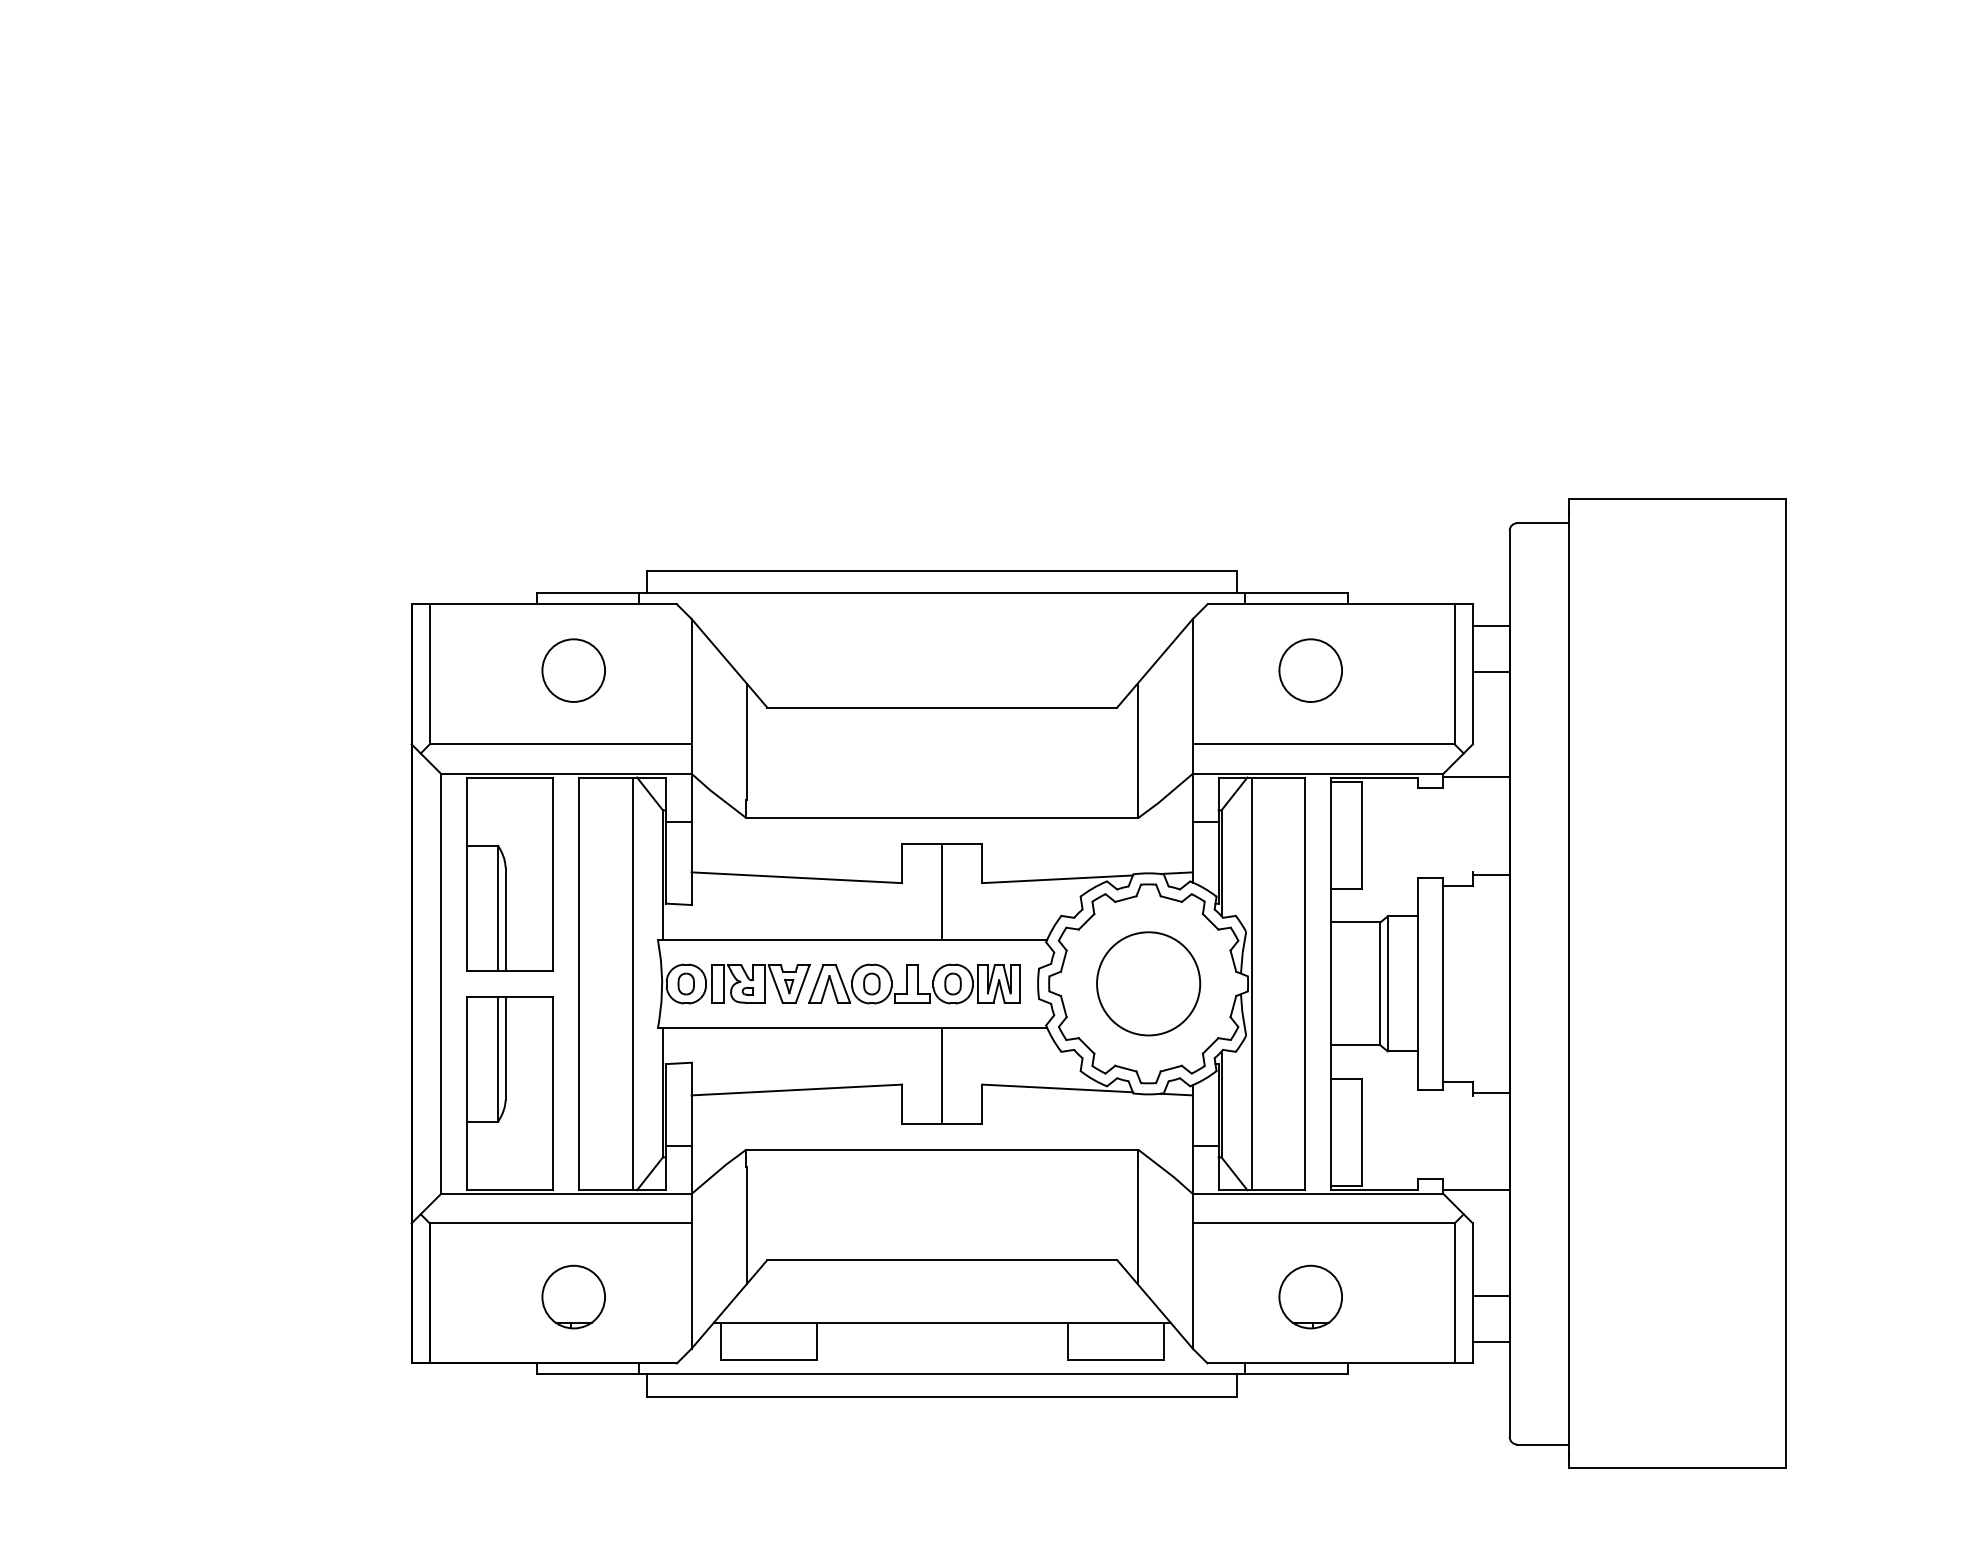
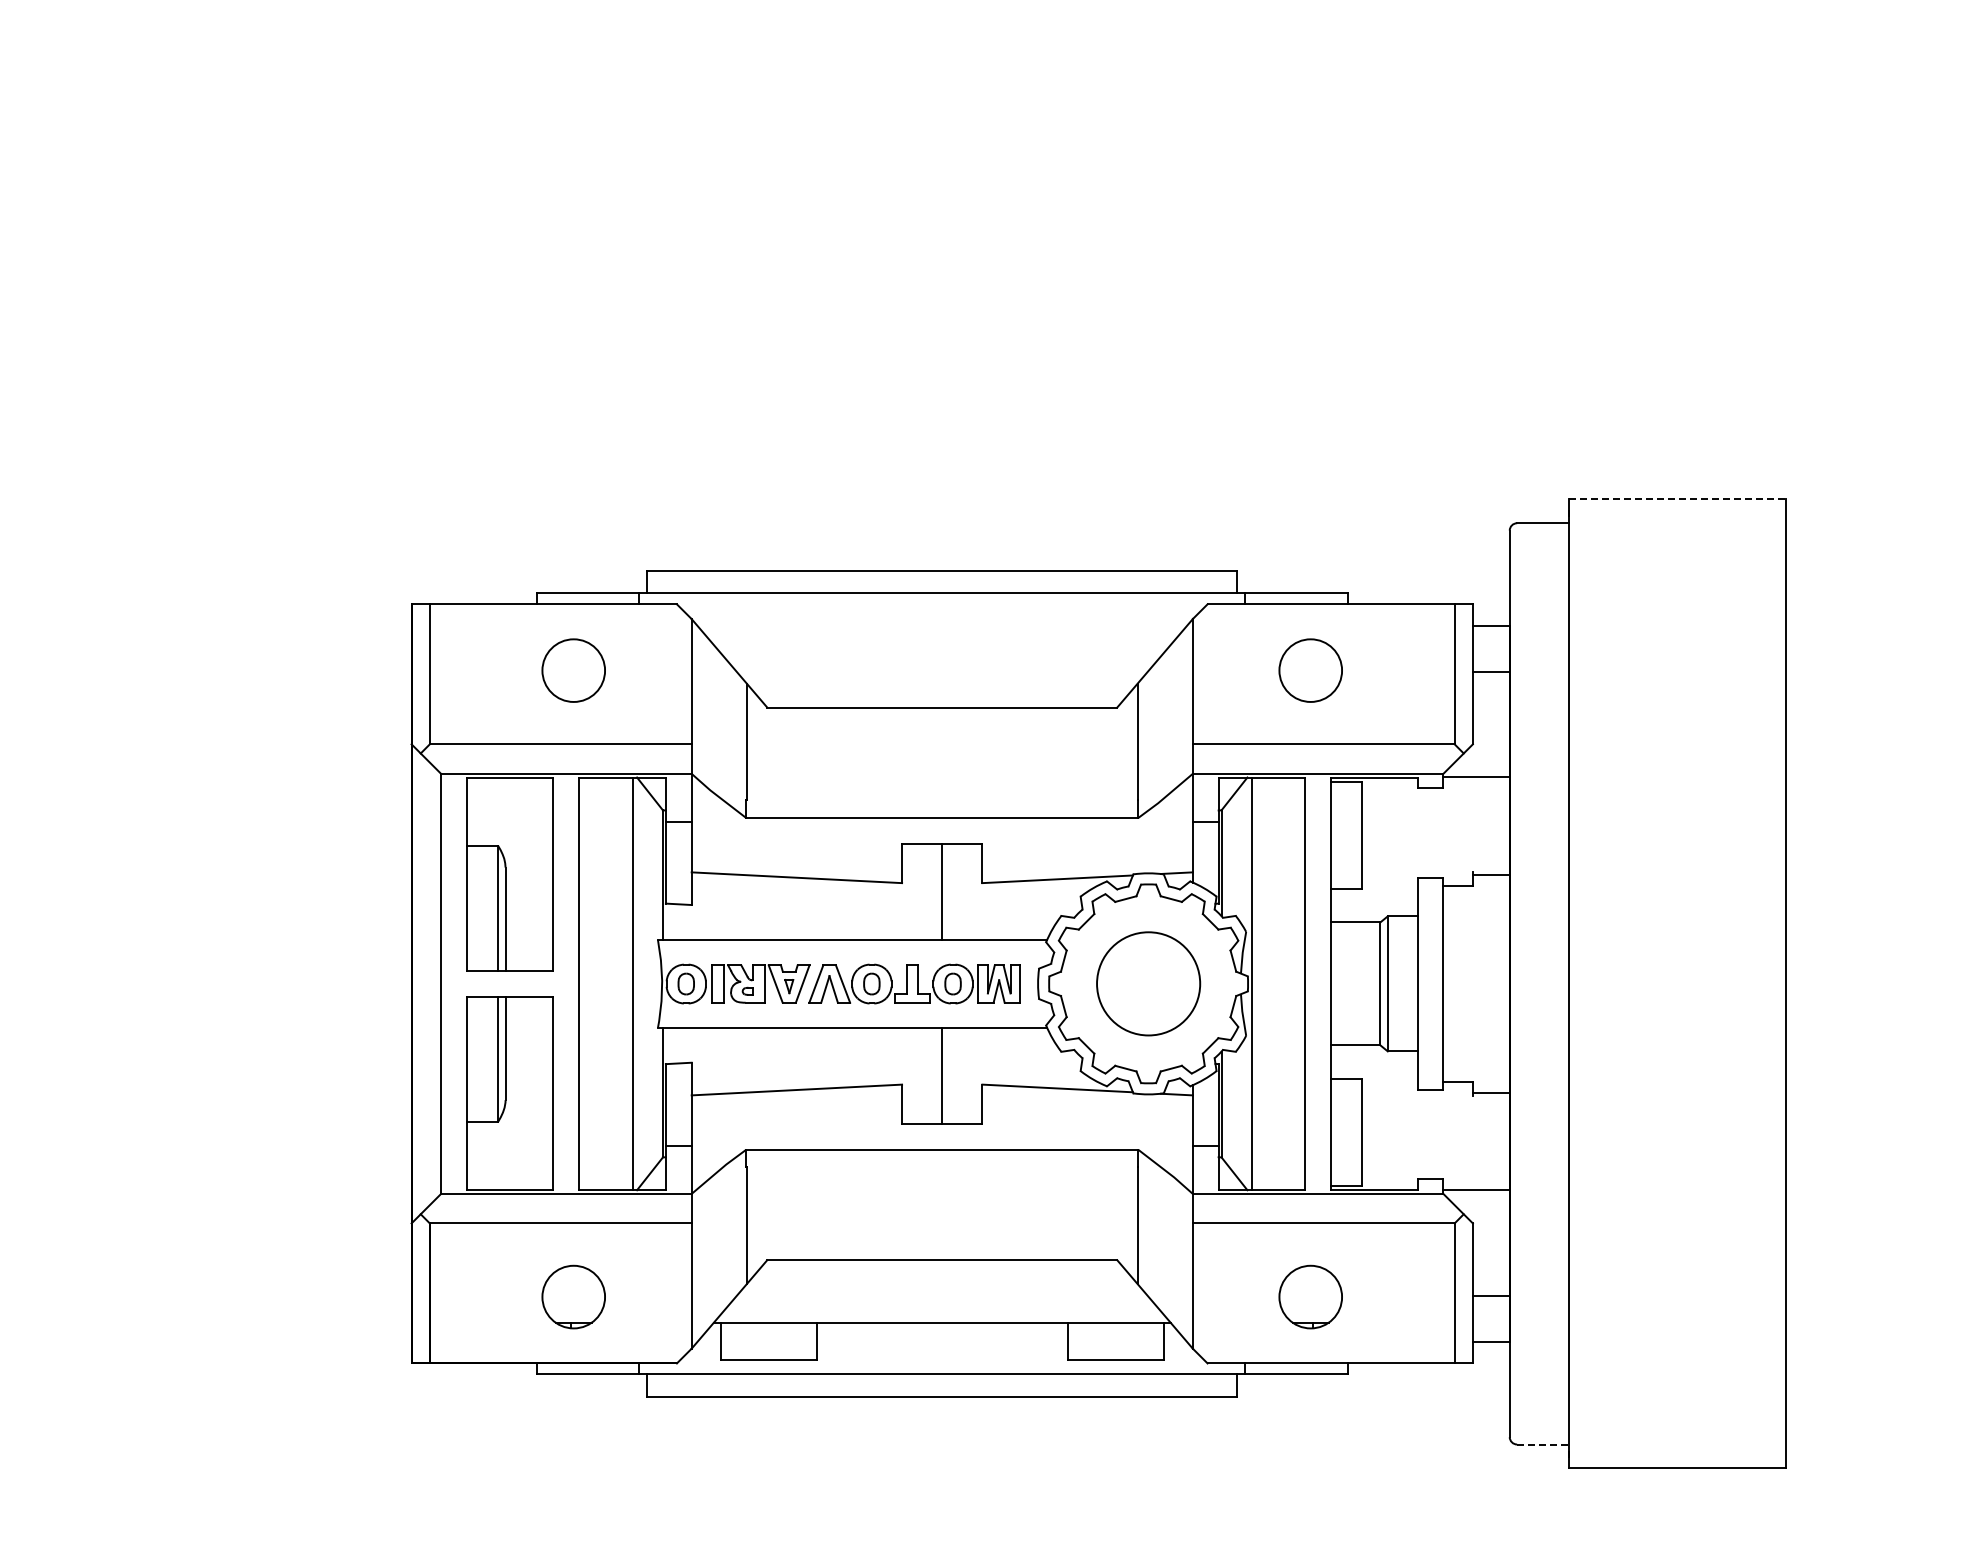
line at (1677, 499): solid -> dashed
line at (1542, 1444): solid -> dashed
